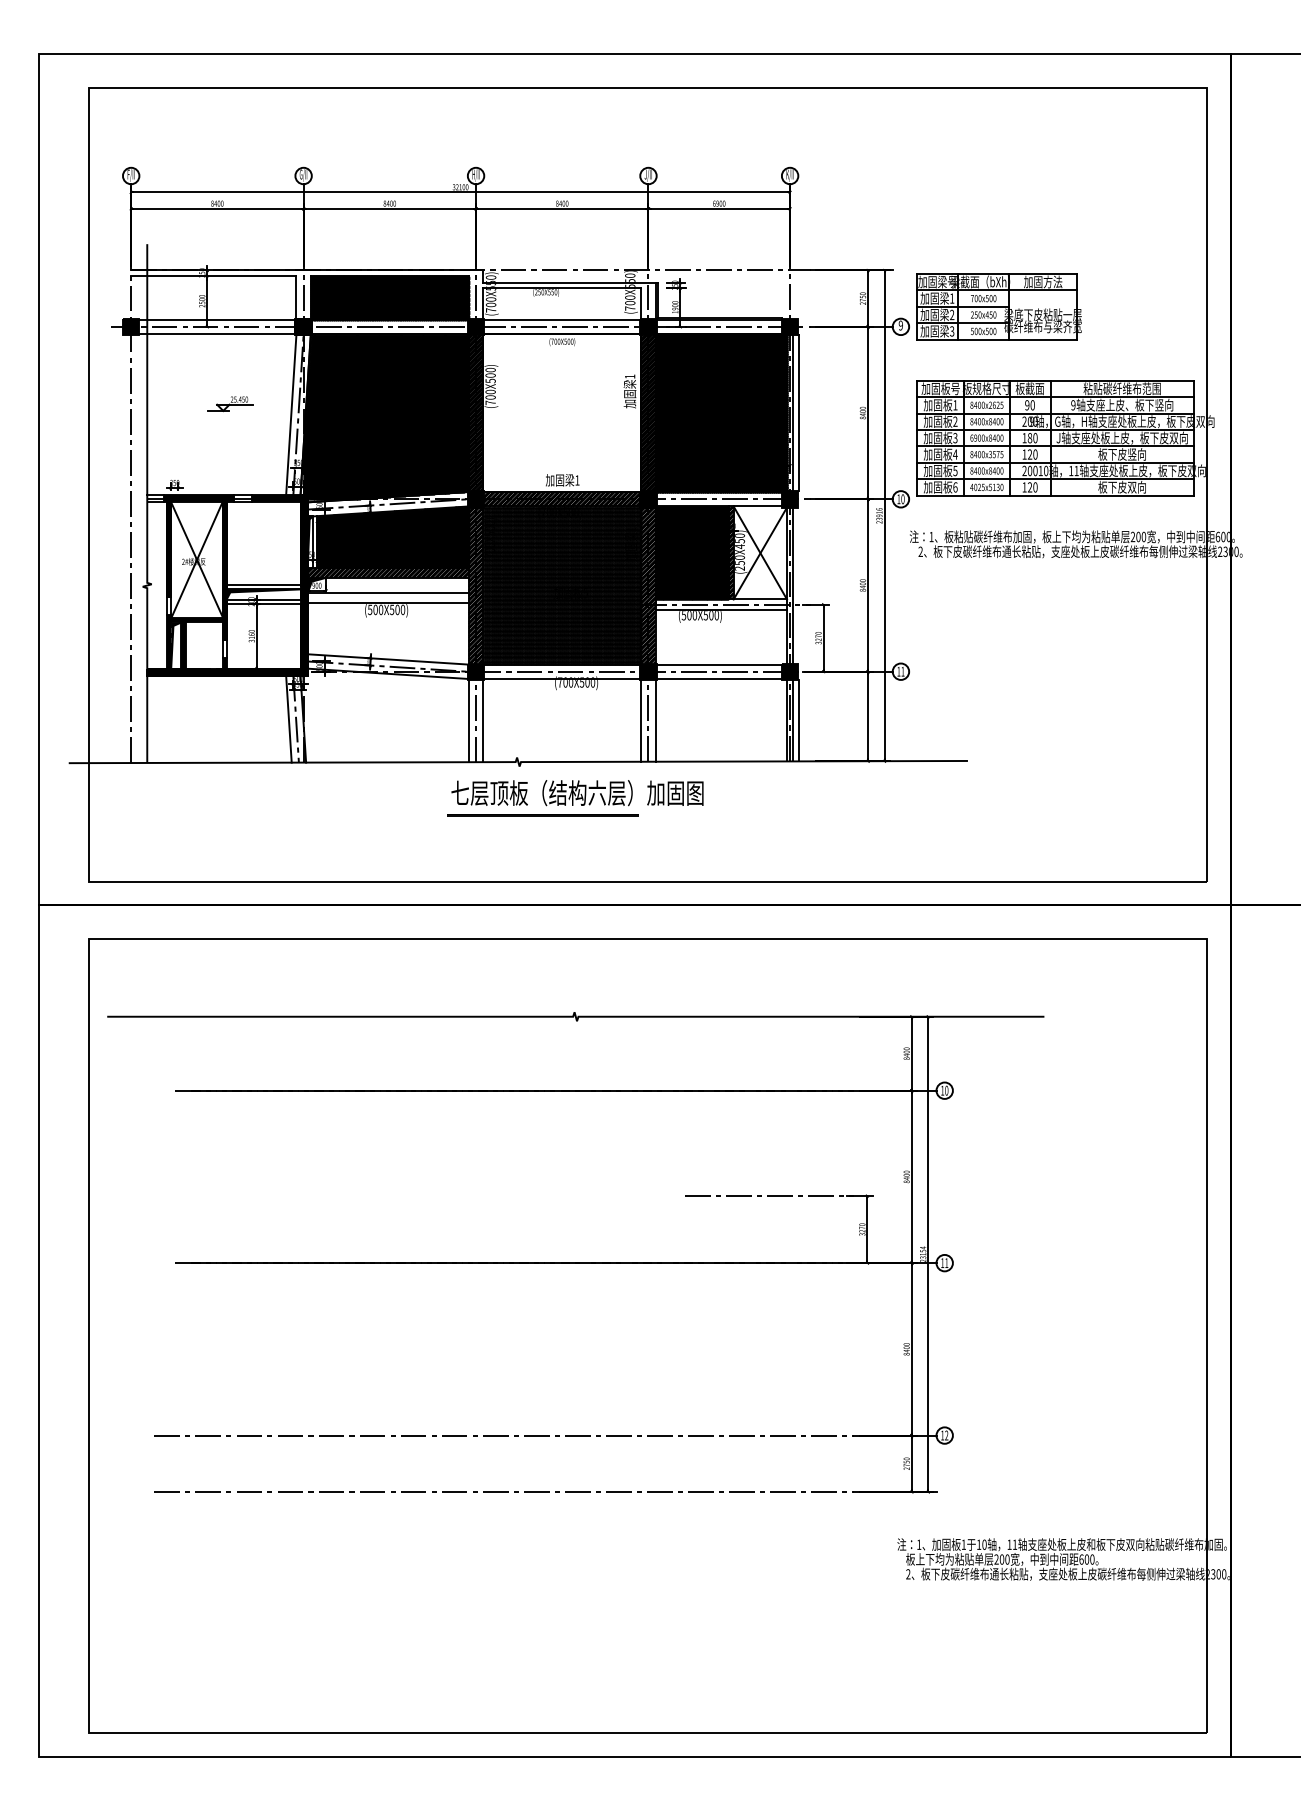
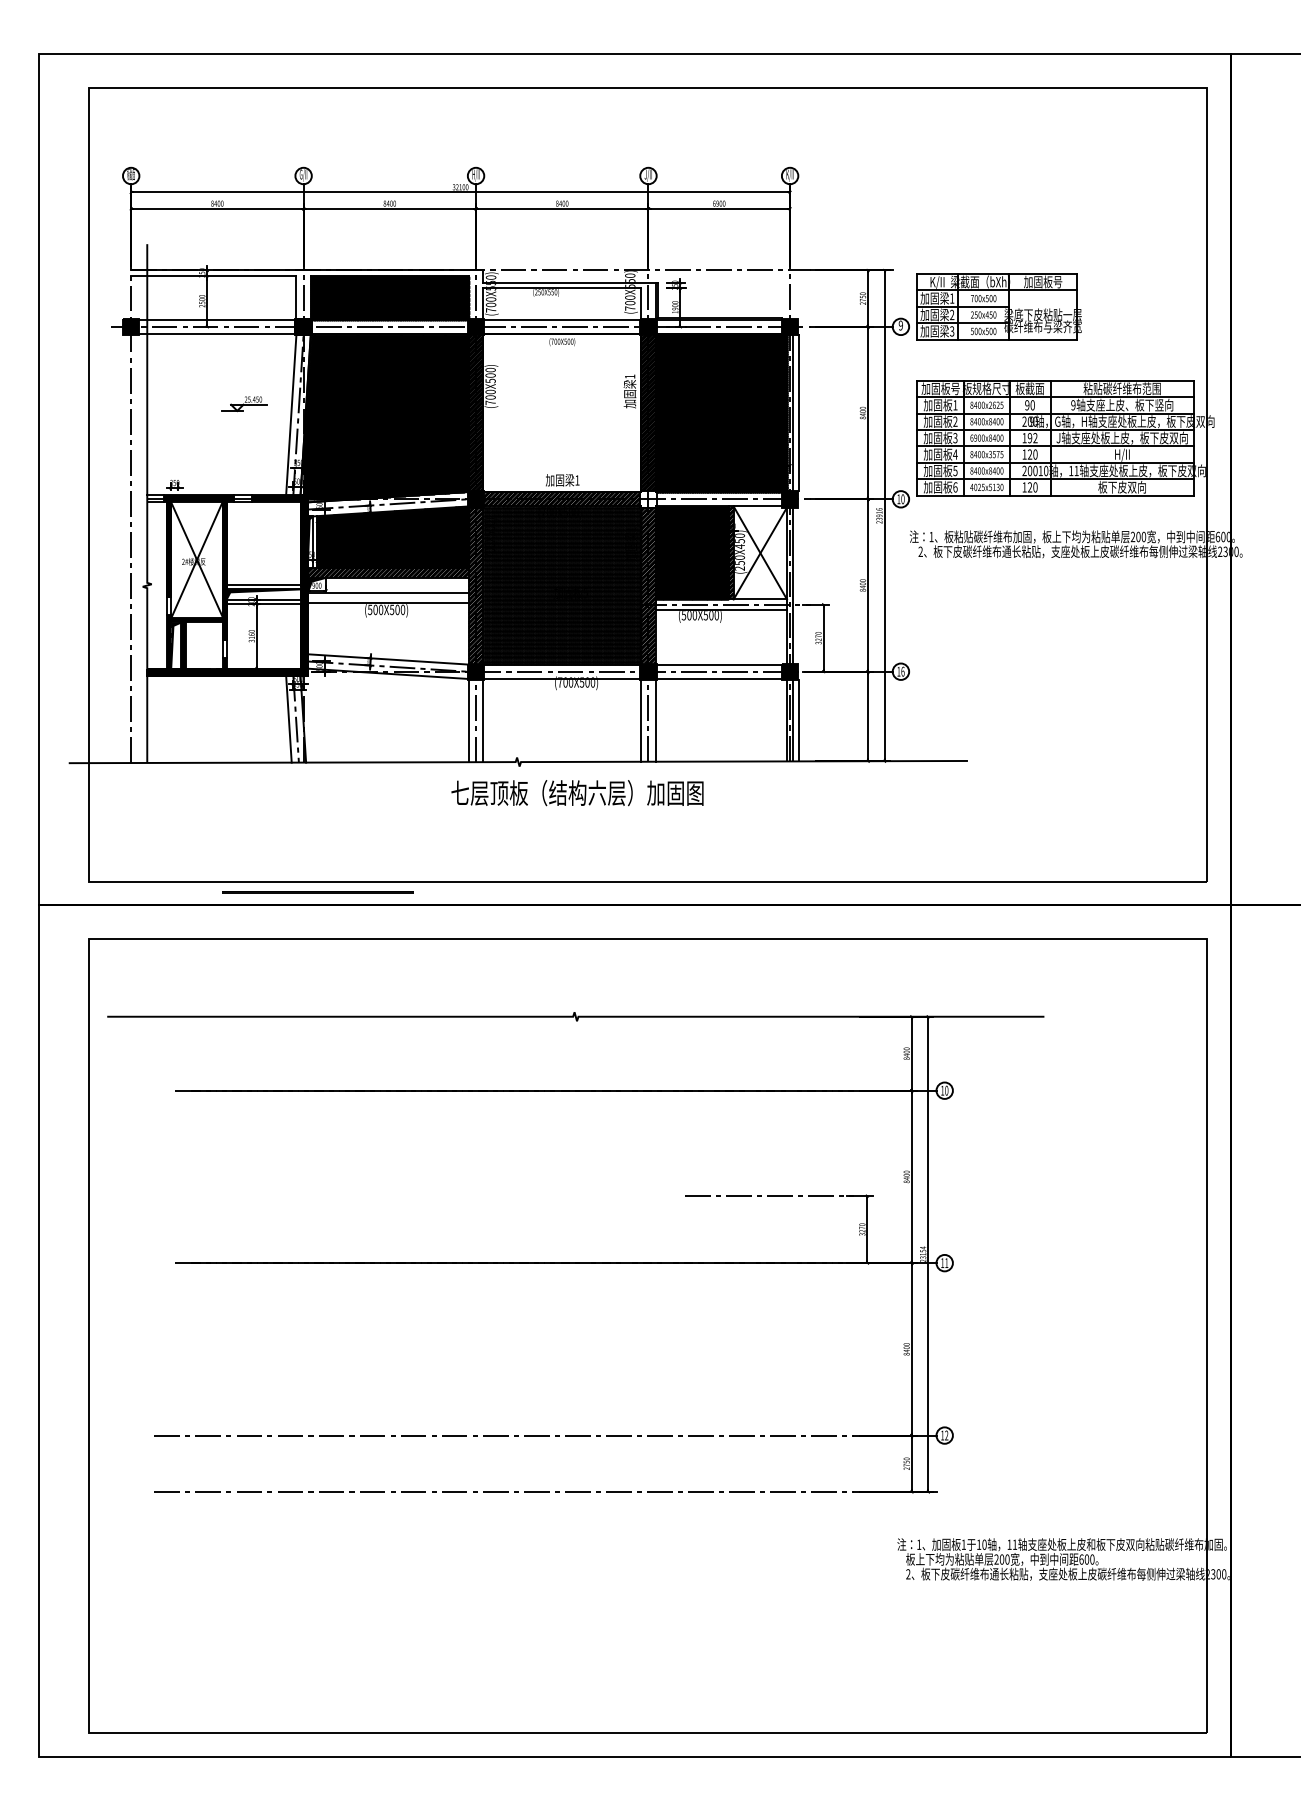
text at (130, 175): F/II -> 板截面
text at (937, 281): 加固梁号 -> K/II
text at (1052, 281): 加固方法 -> 加固板号
part at (230, 404) position: (230, 404) -> (244, 404)
text at (1032, 438): 180 -> 192
text at (1121, 454): 板下皮竖向 -> H/II
fill at (648, 499): present -> none
text at (902, 671): 11 -> 16
line at (542, 815) position: (542, 815) -> (317, 892)
